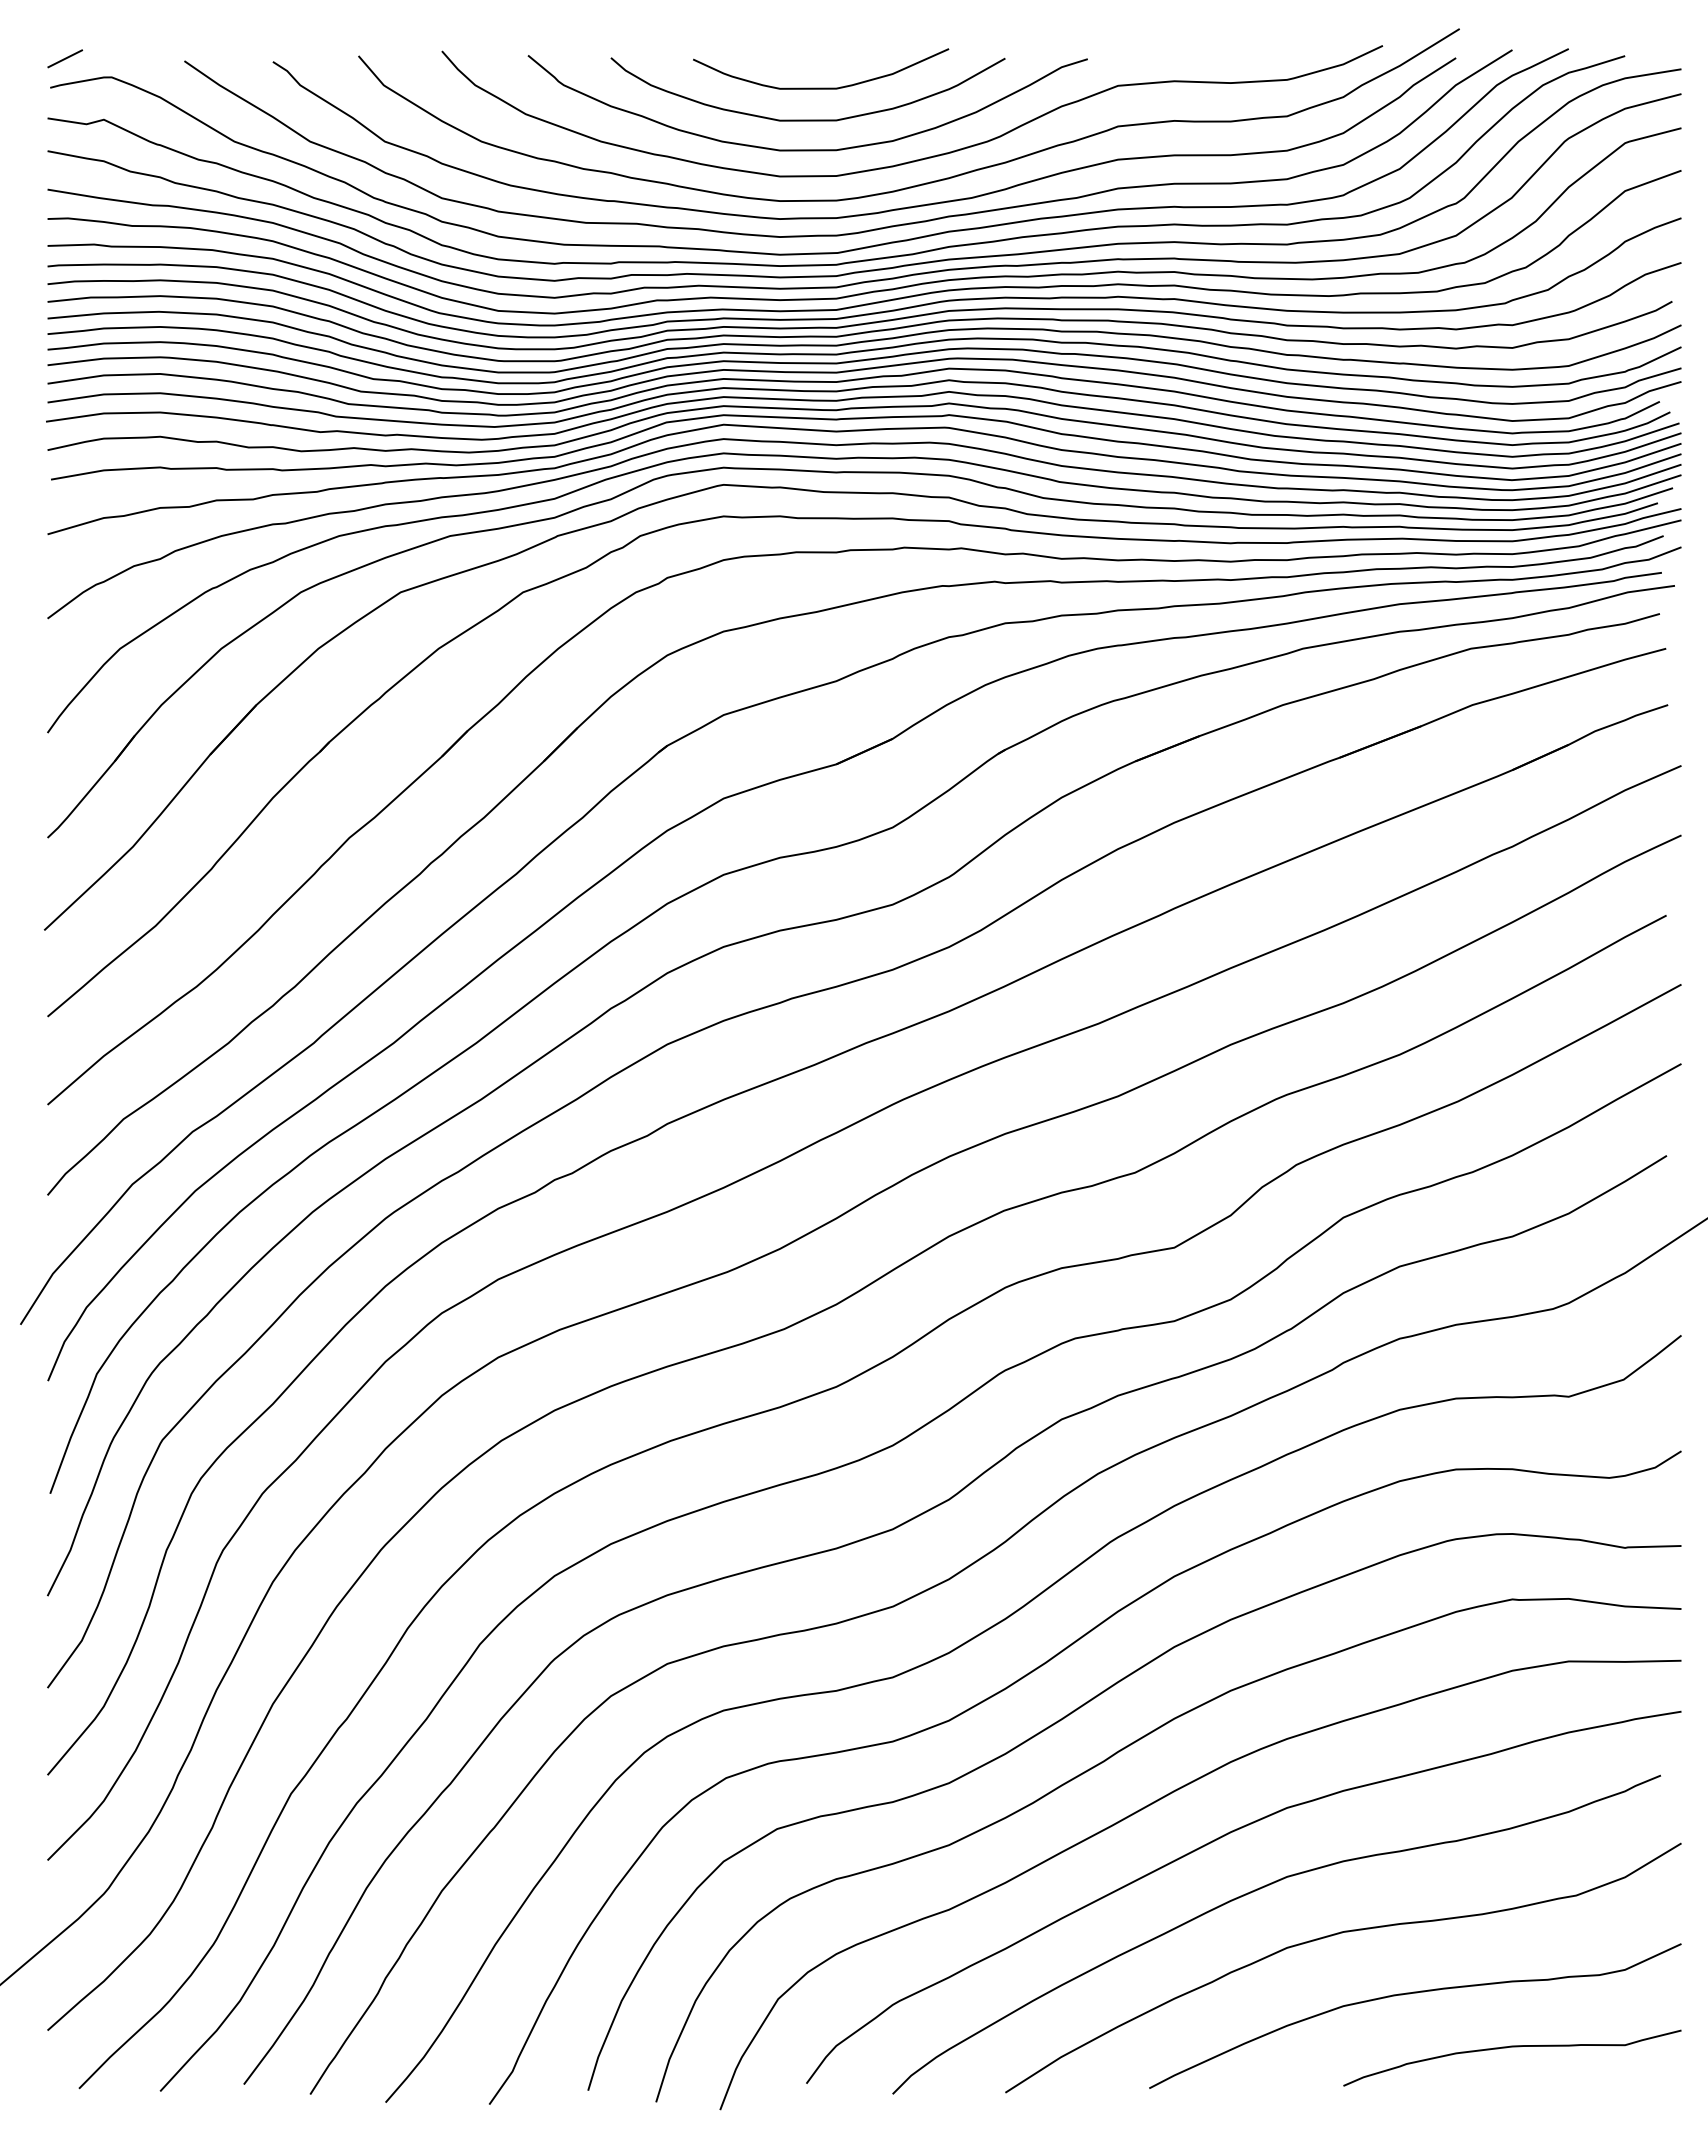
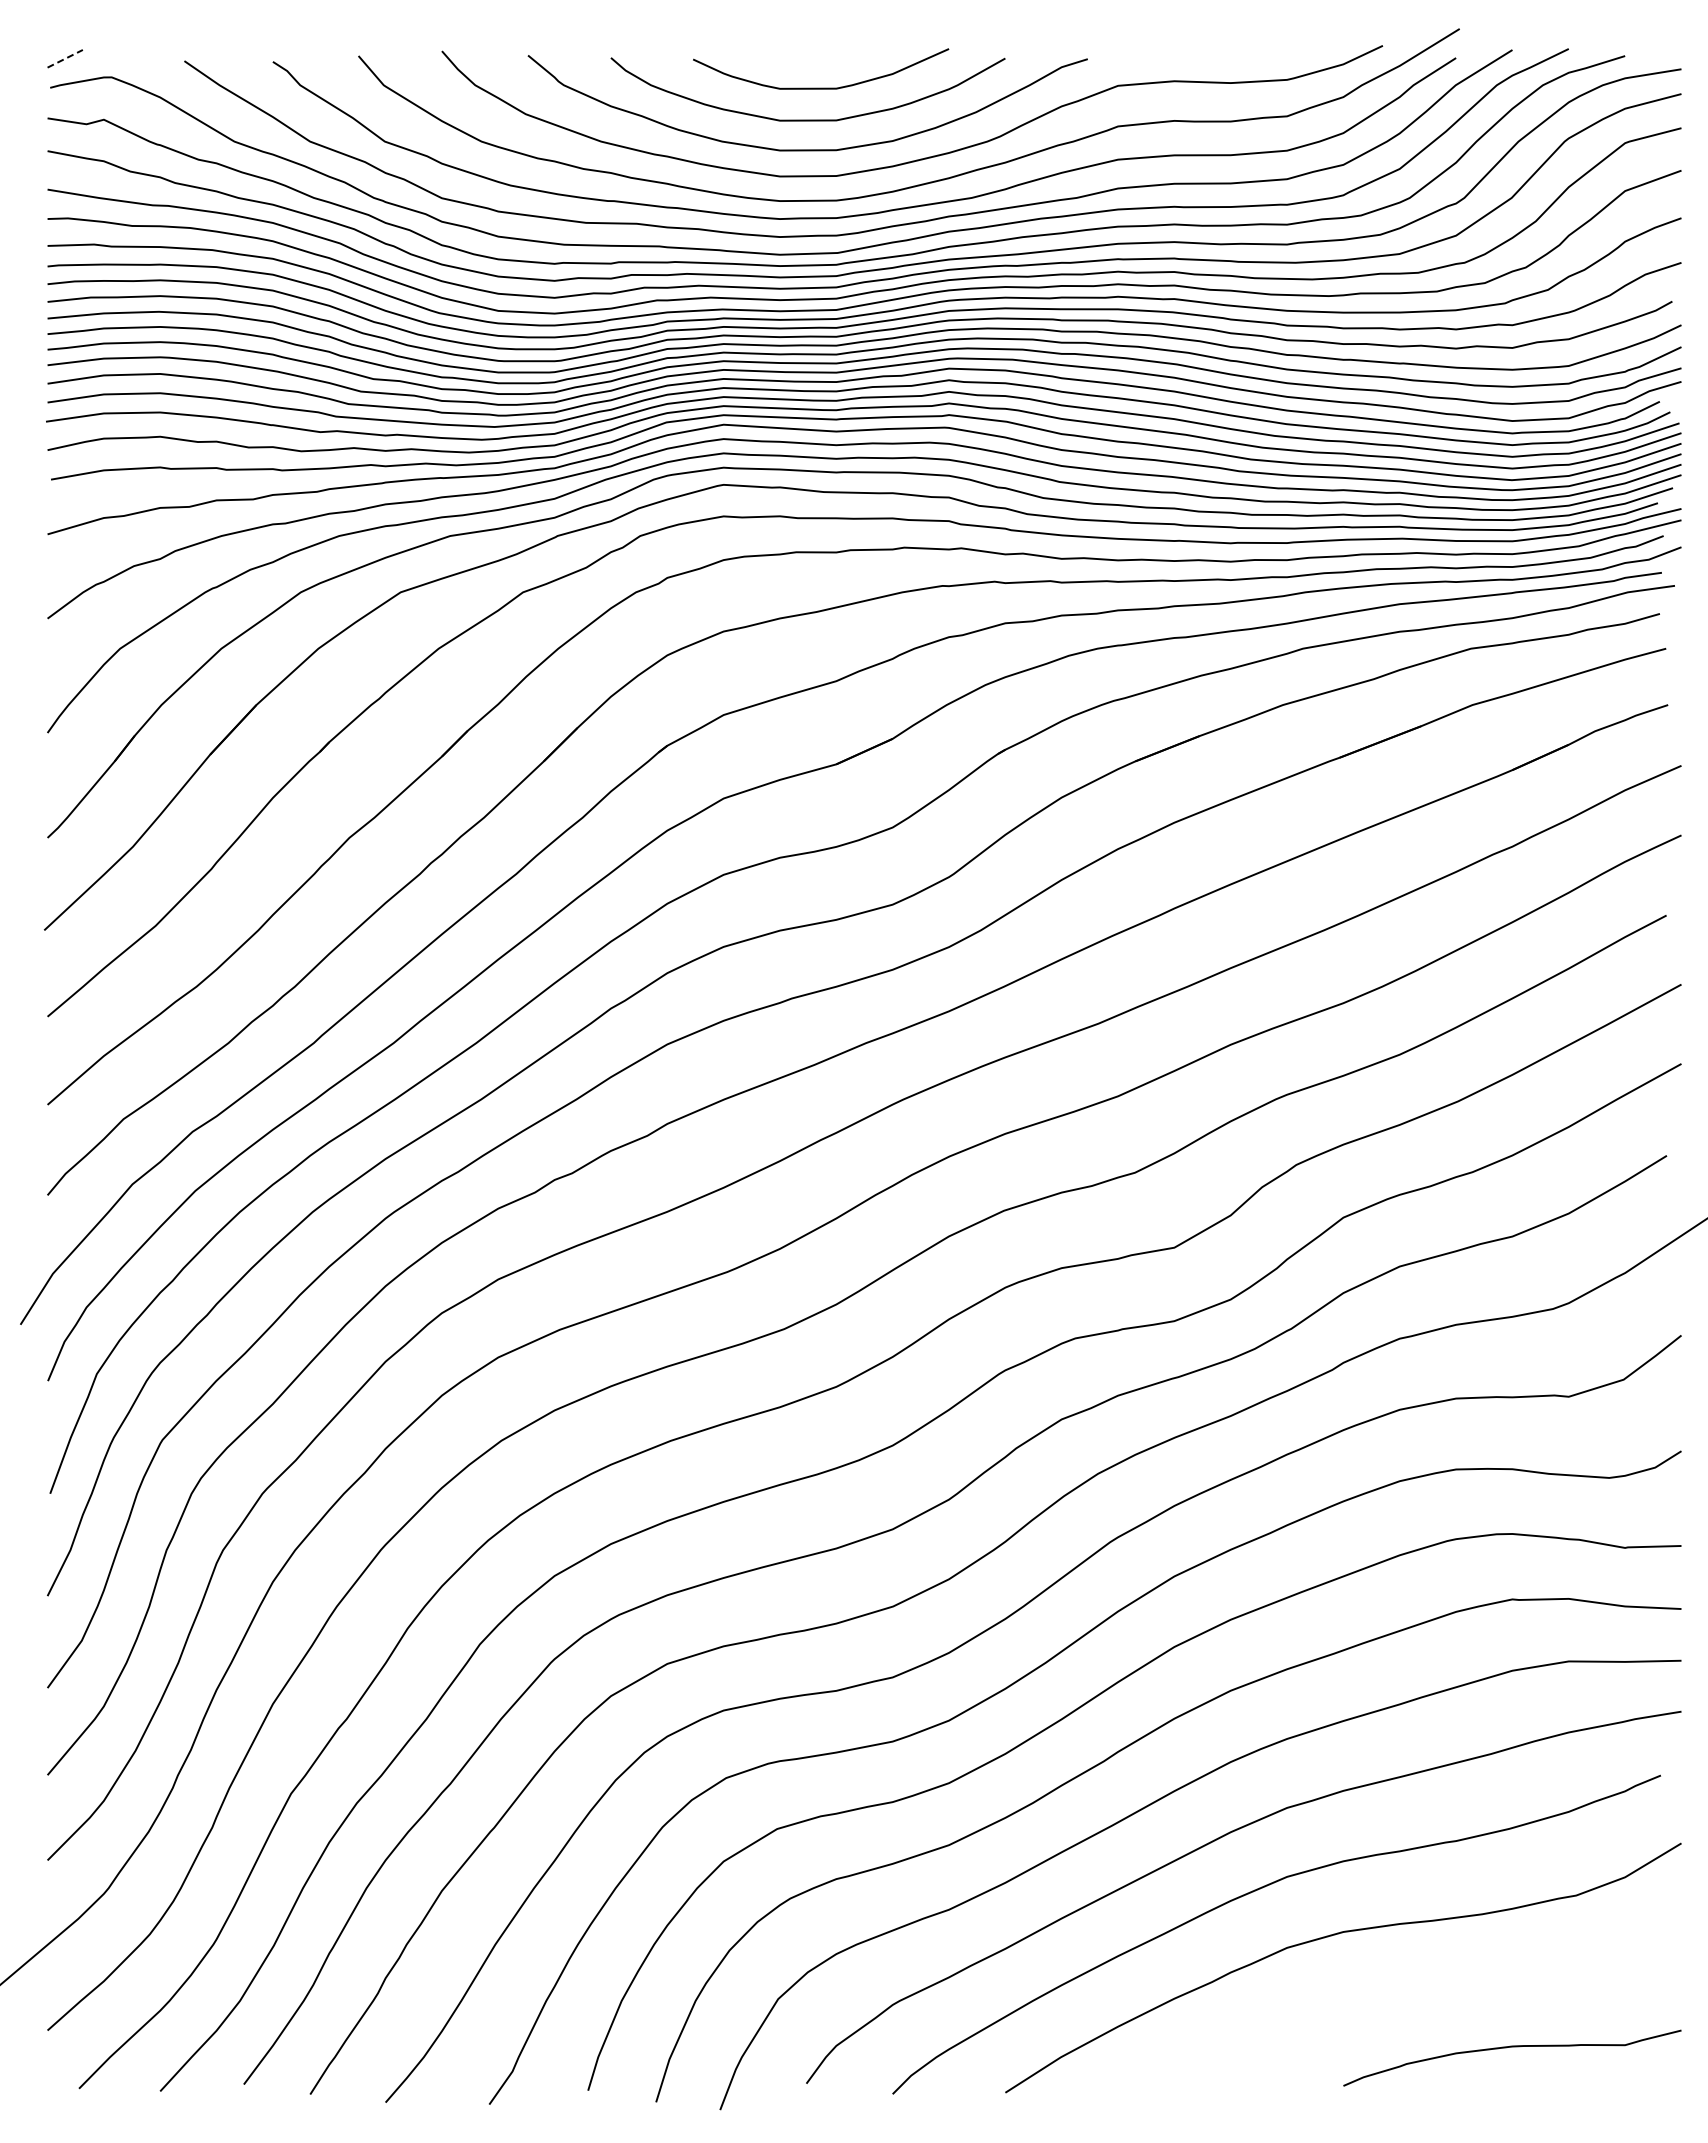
line at (65, 58): solid -> dashed
curve at (1410, 1994): present -> none
